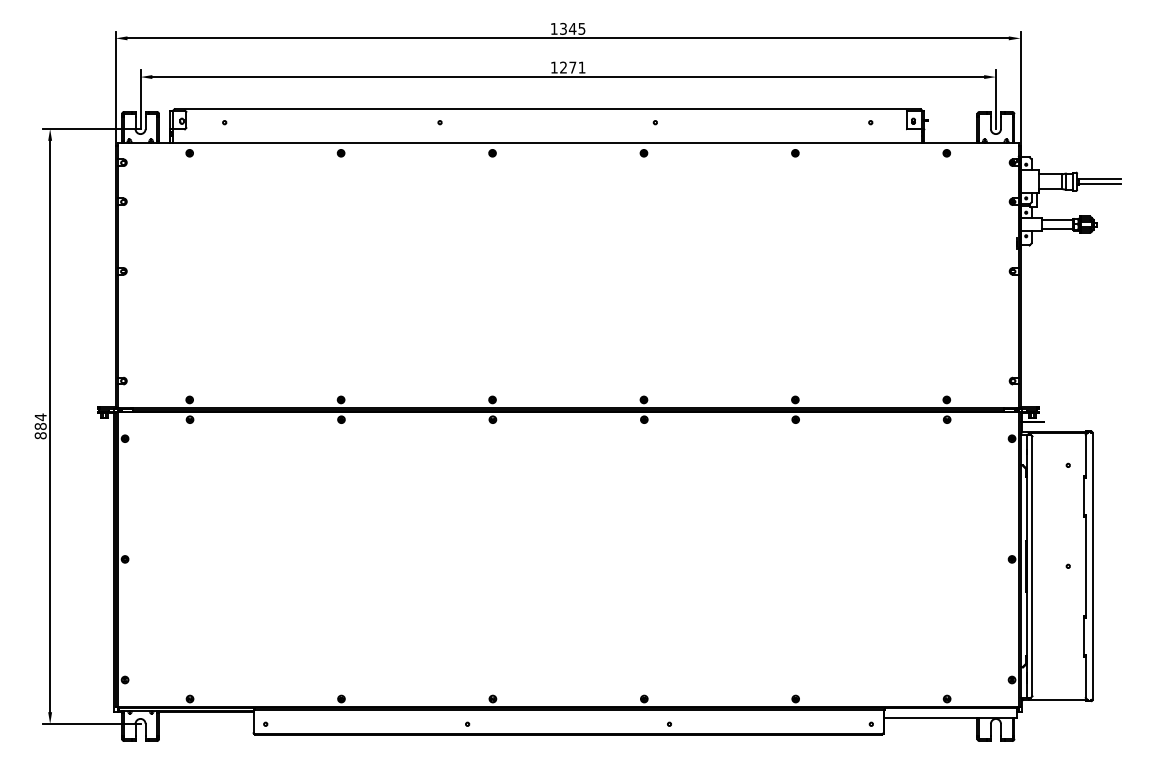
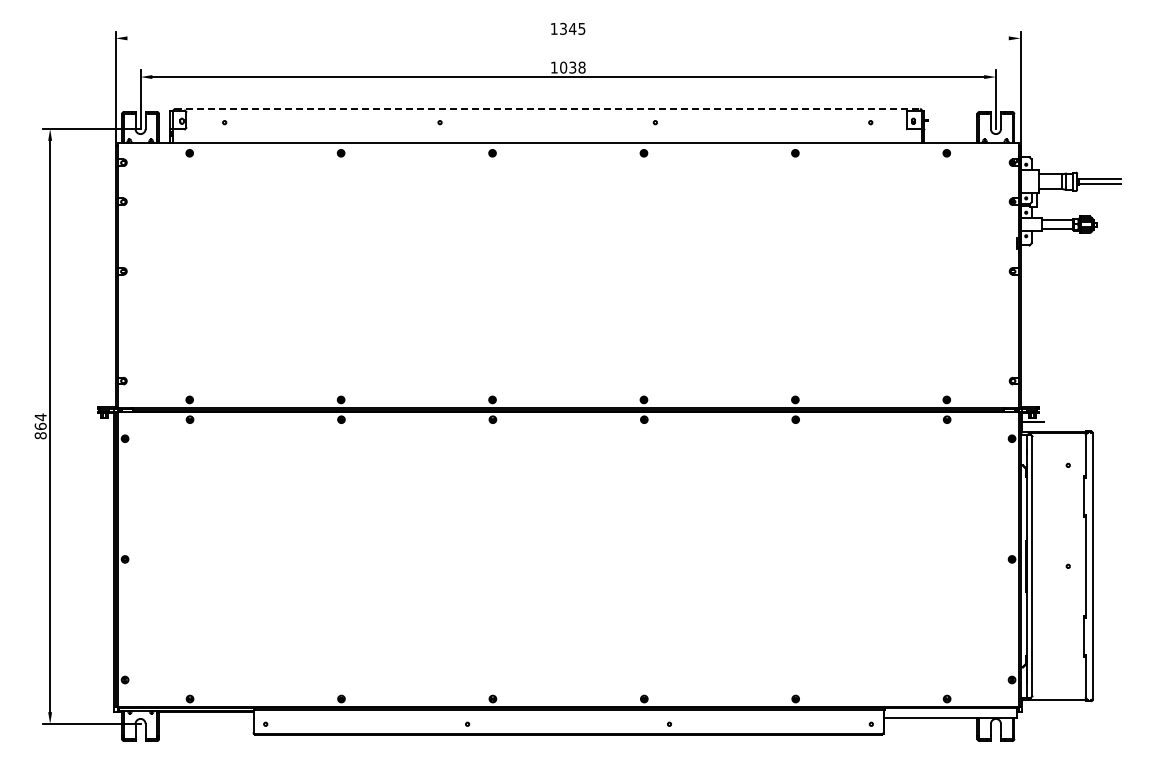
line at (567, 38): present -> none
text at (572, 67): 1271 -> 1038
line at (548, 109): solid -> dashed
text at (40, 426): 884 -> 864
